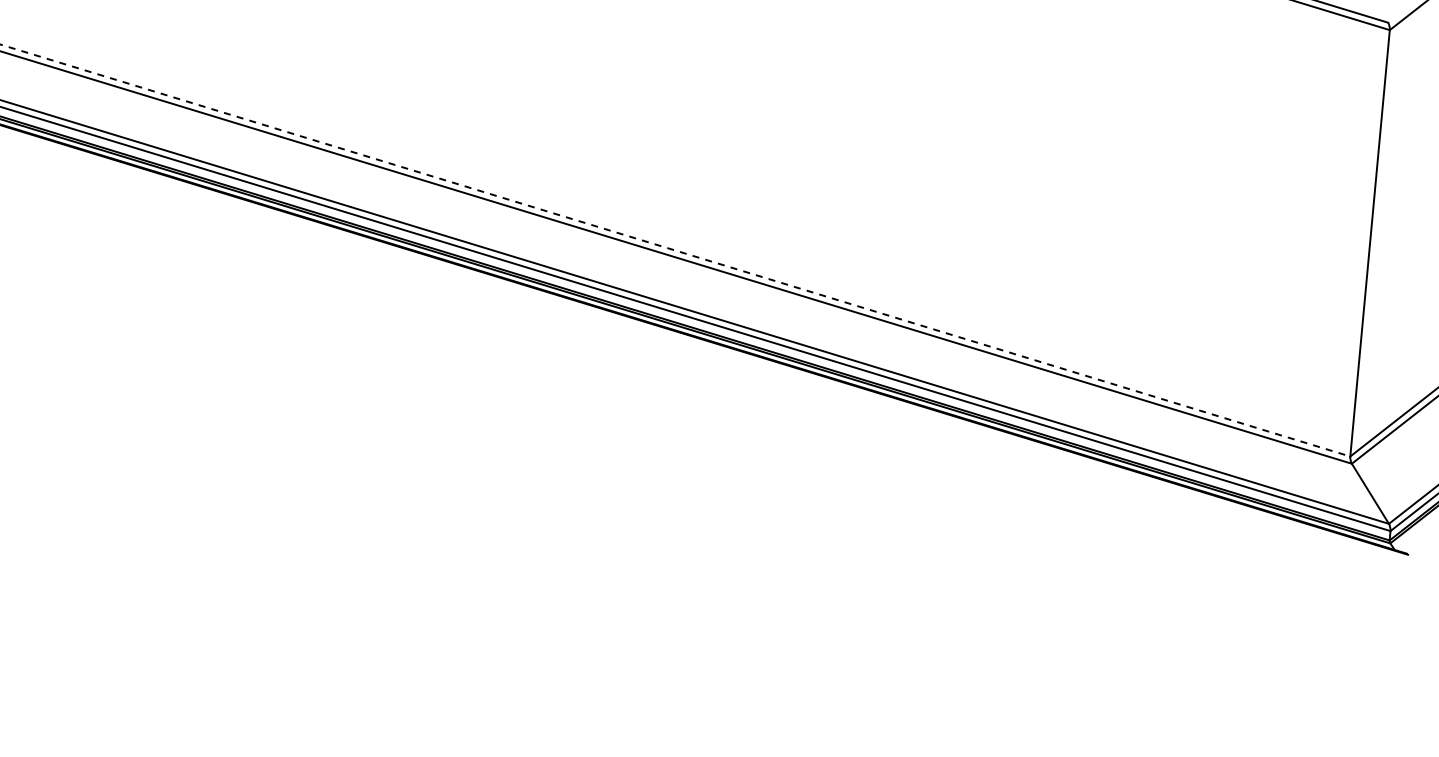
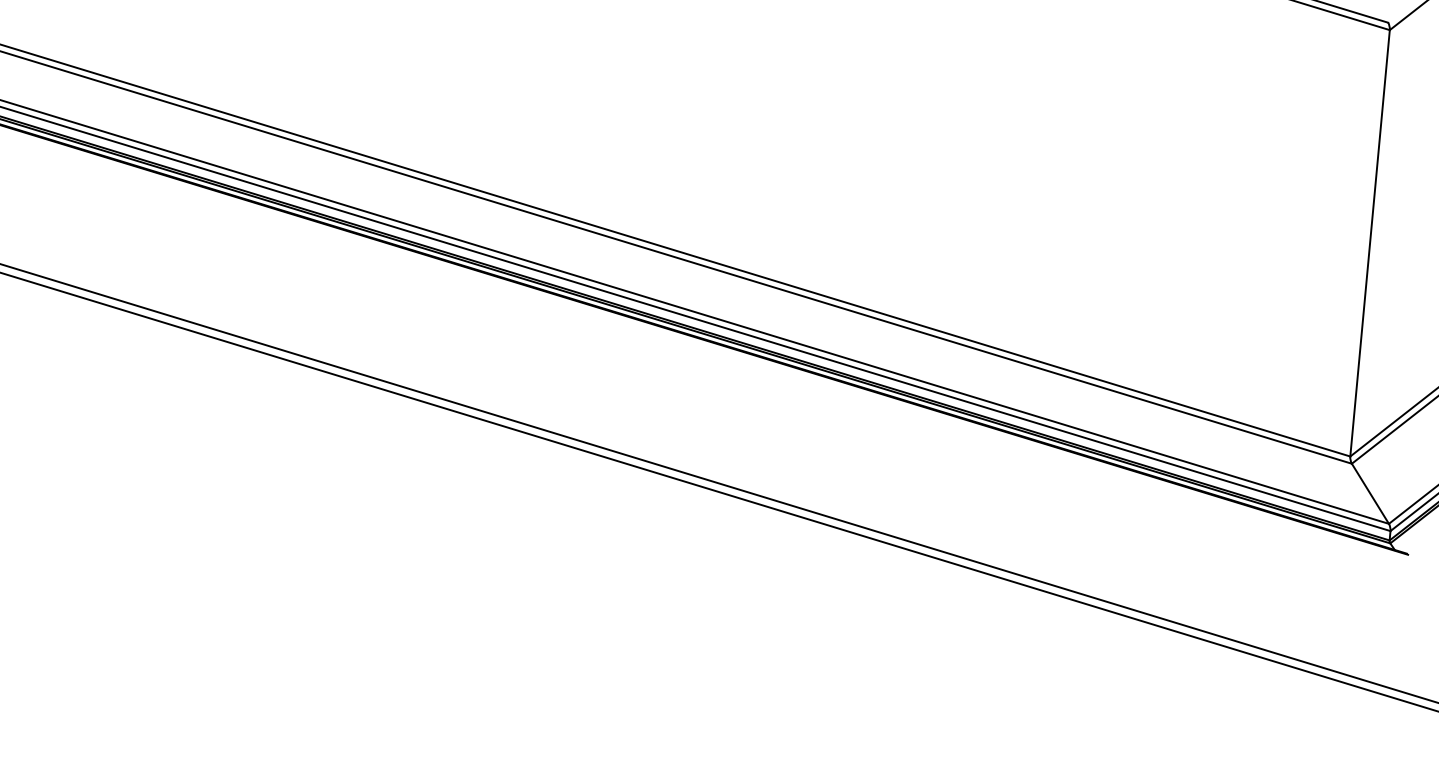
line at (676, 250): dashed -> solid
line at (718, 483): none -> present
line at (718, 491): none -> present
